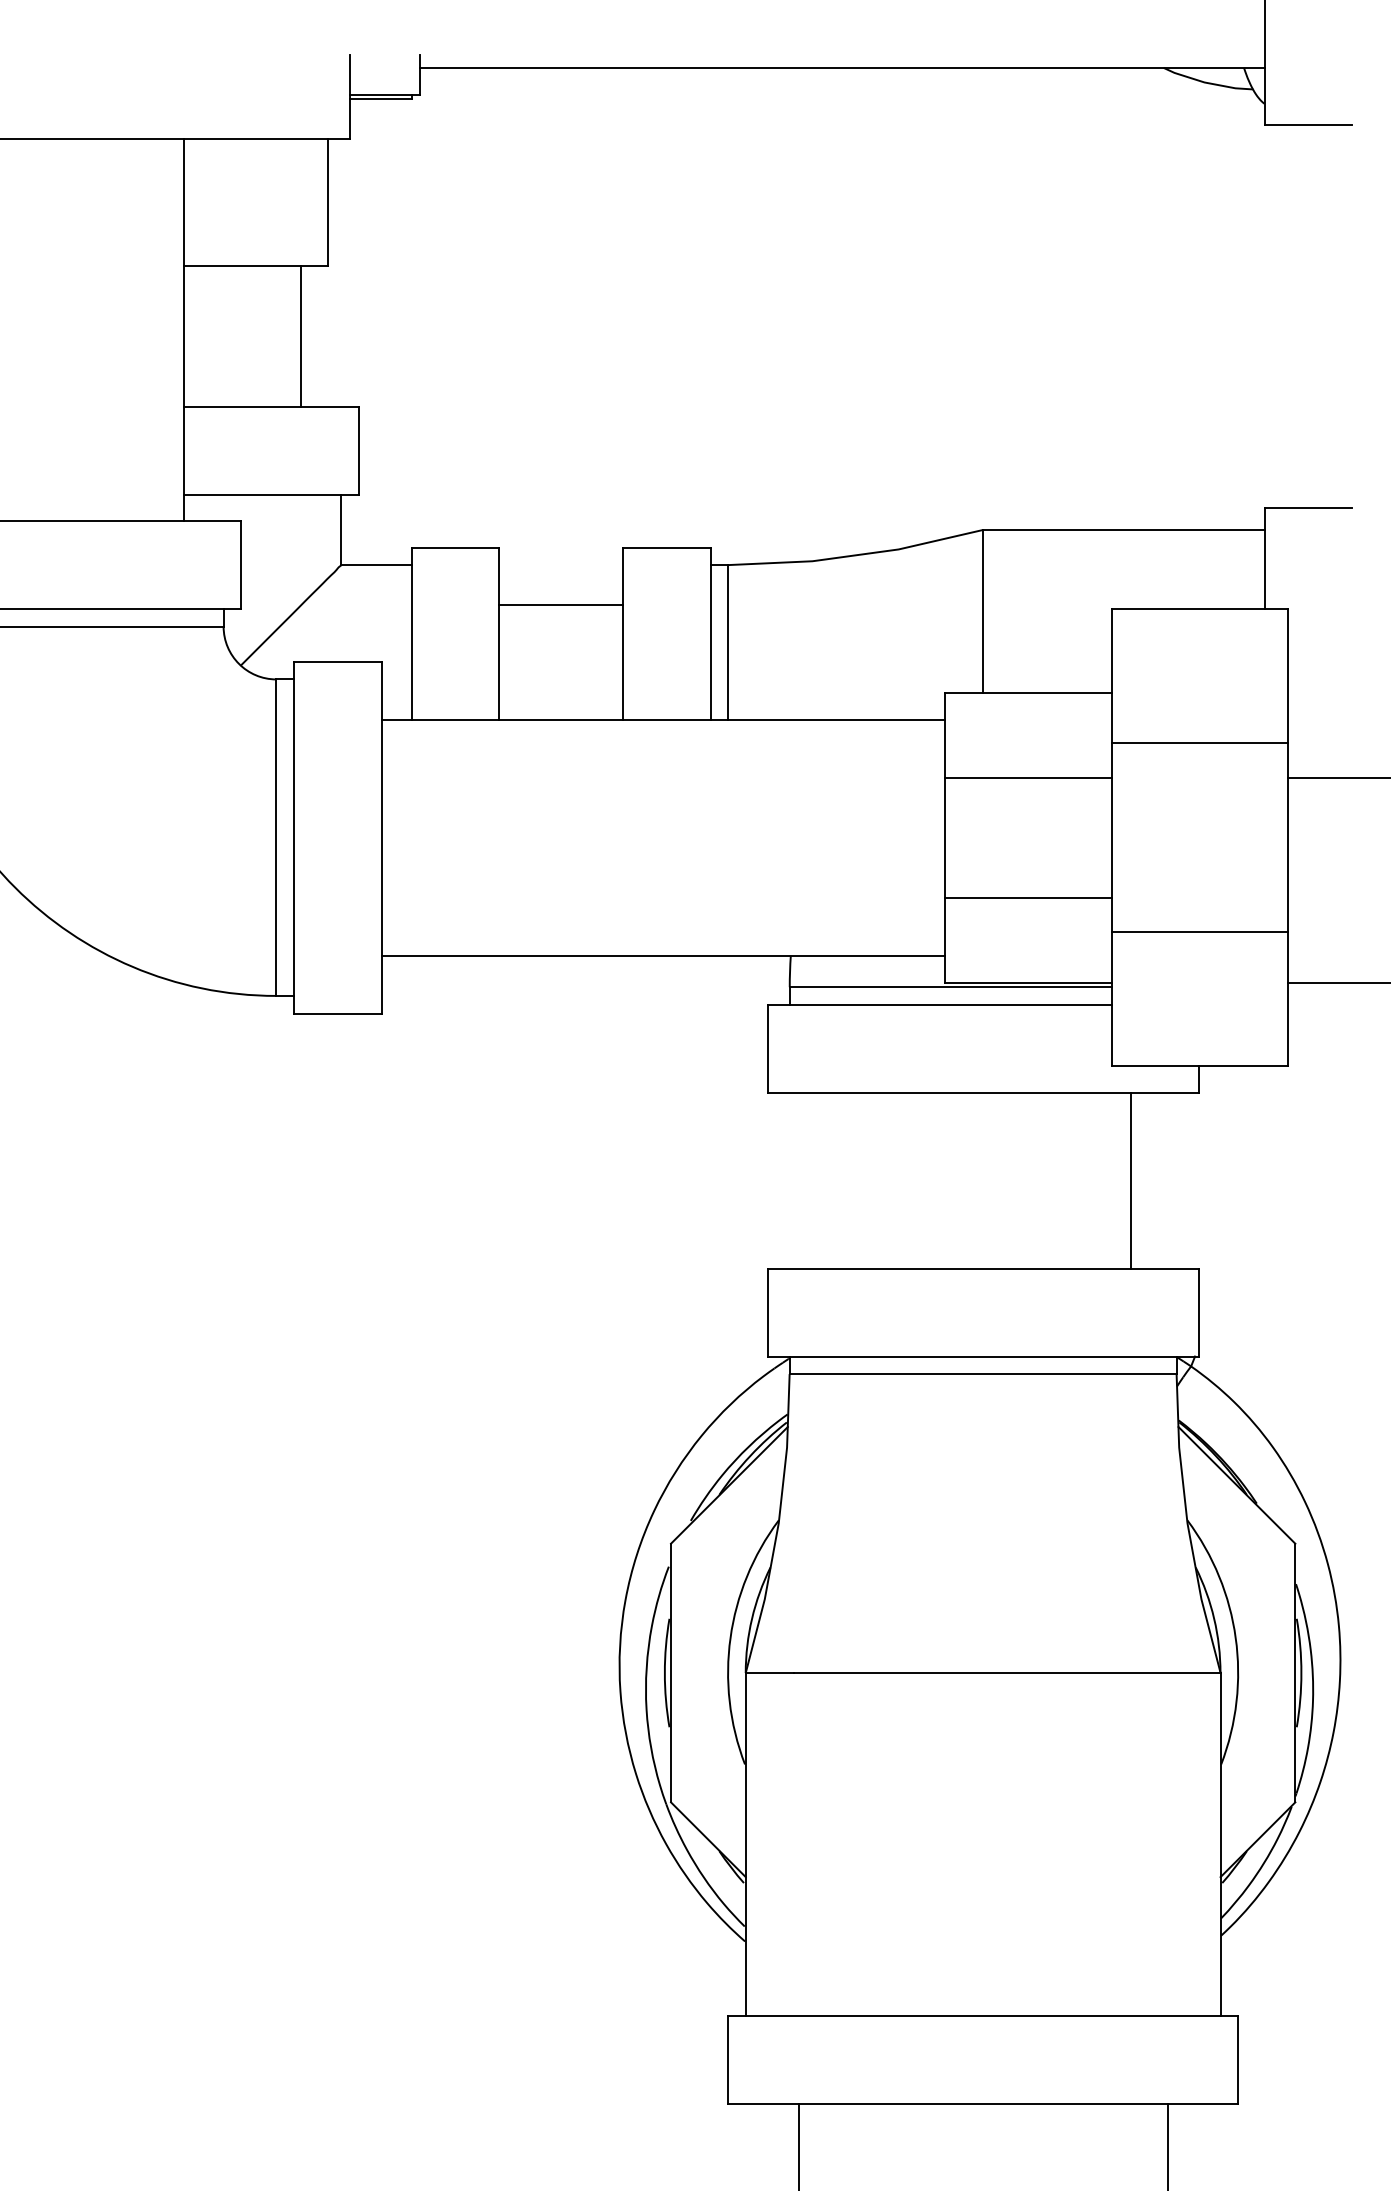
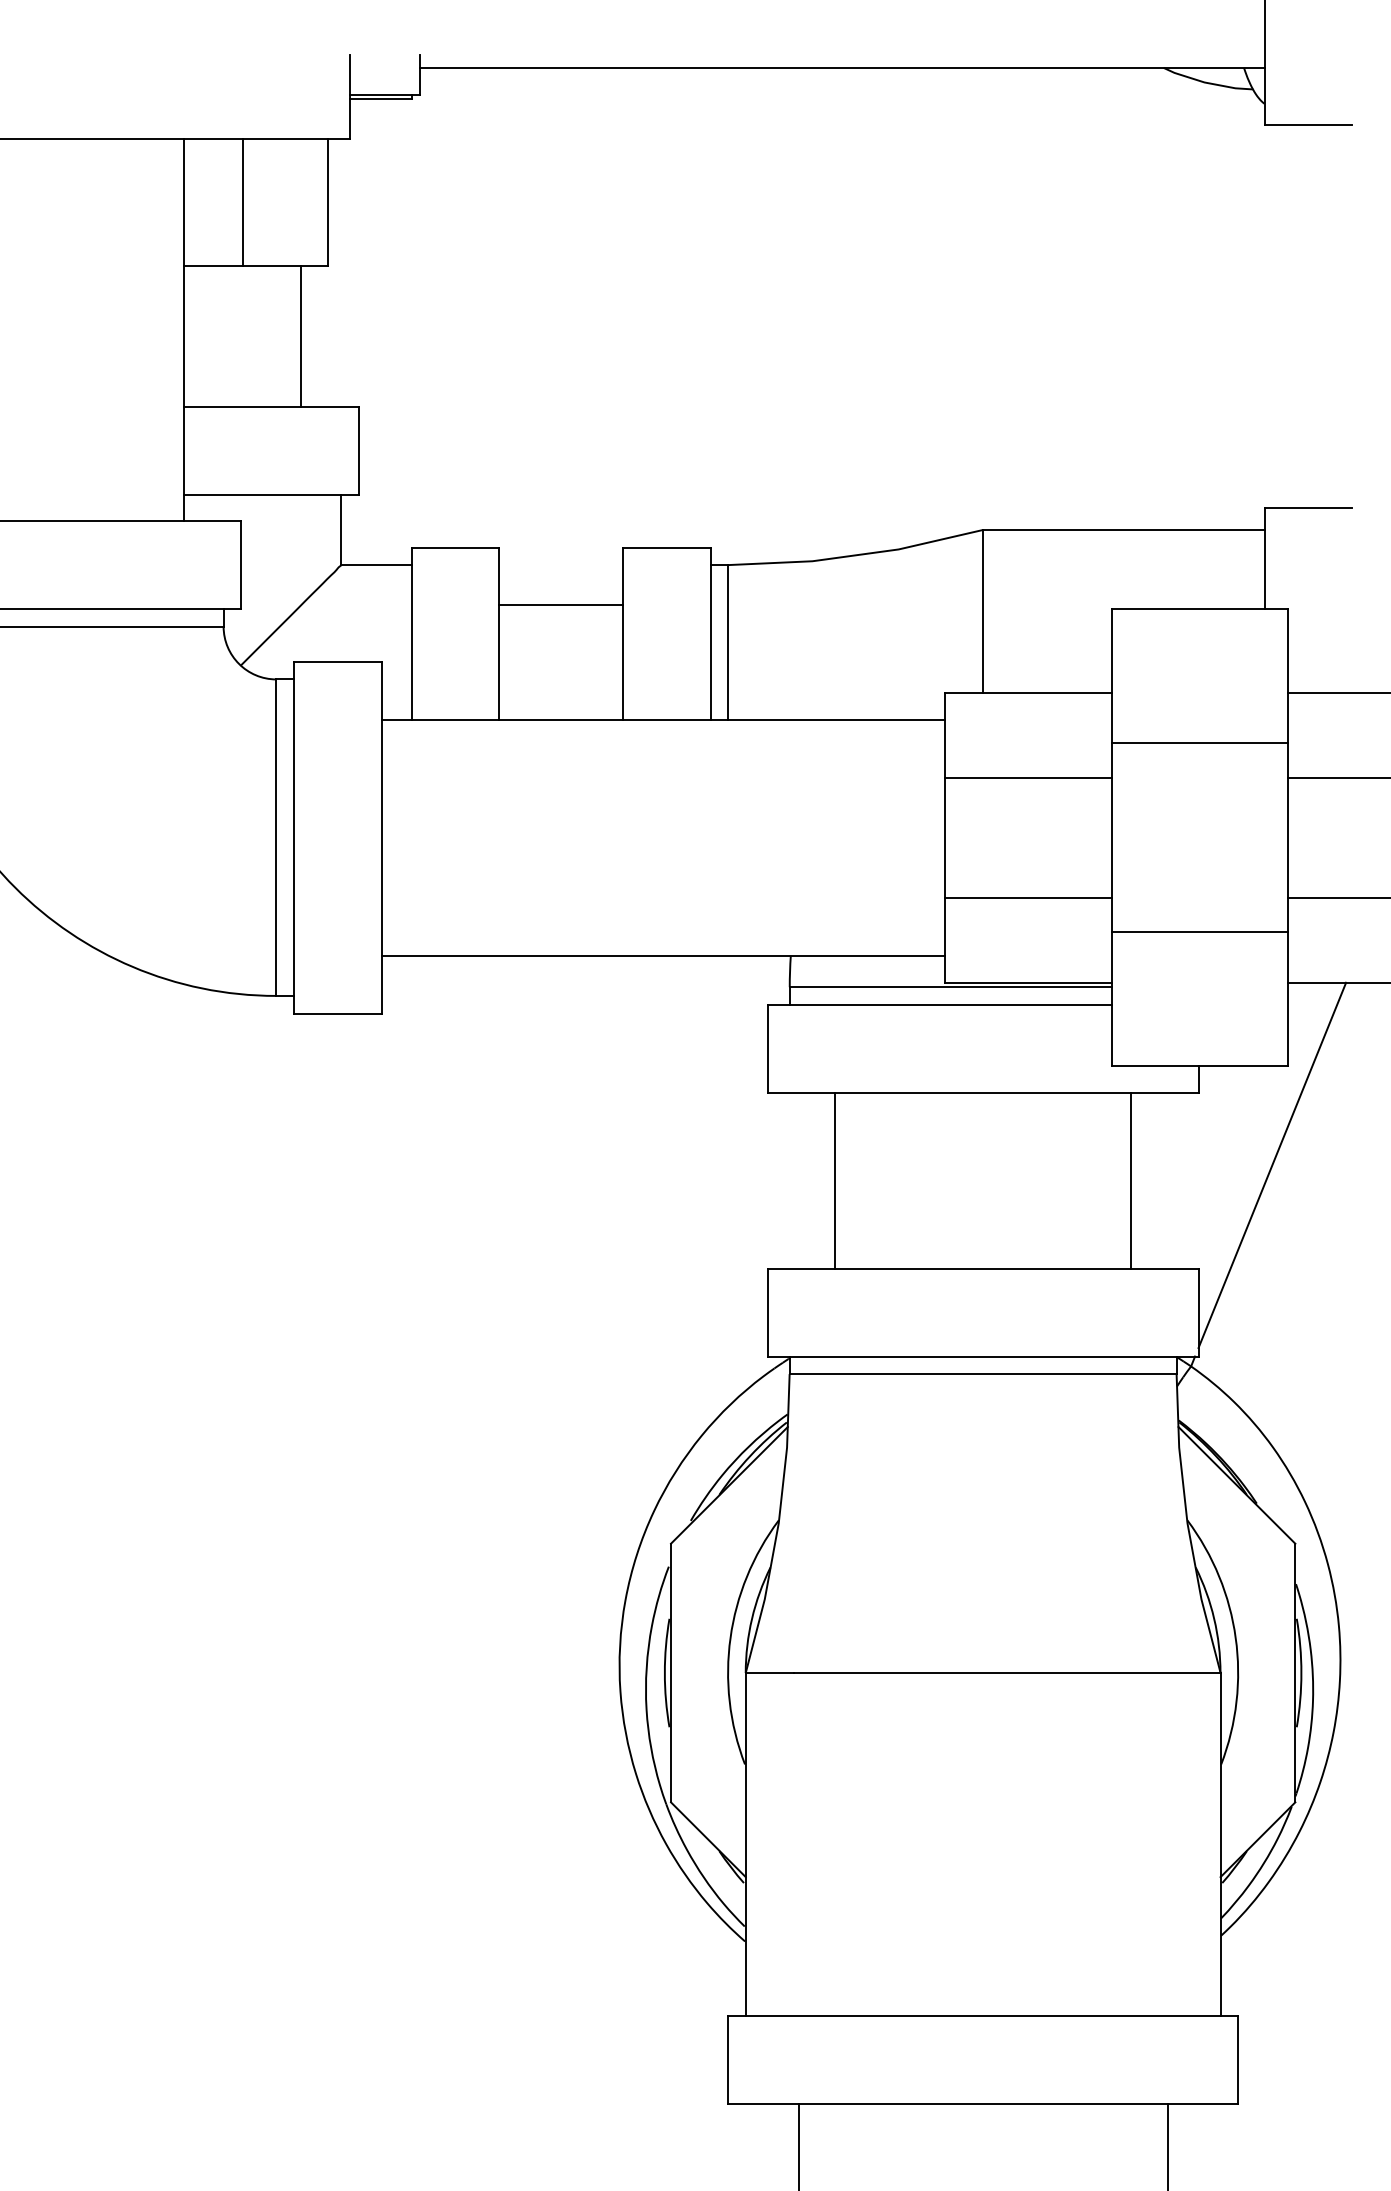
line at (243, 202): none -> present
line at (1337, 692): none -> present
line at (1337, 897): none -> present
line at (1272, 1164): none -> present
line at (835, 1180): none -> present
